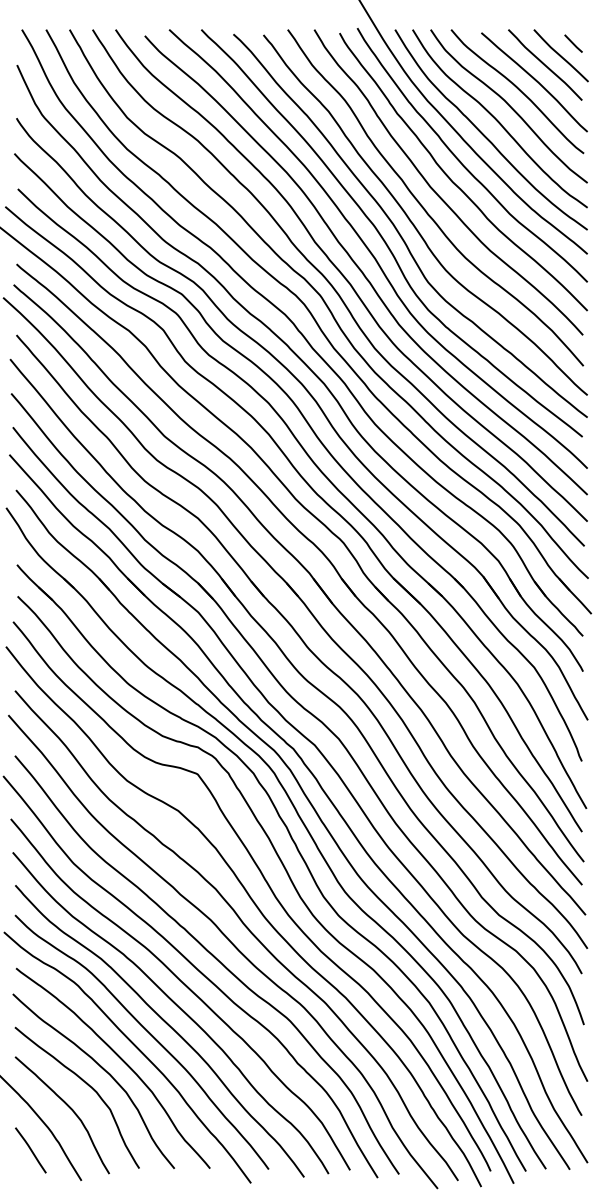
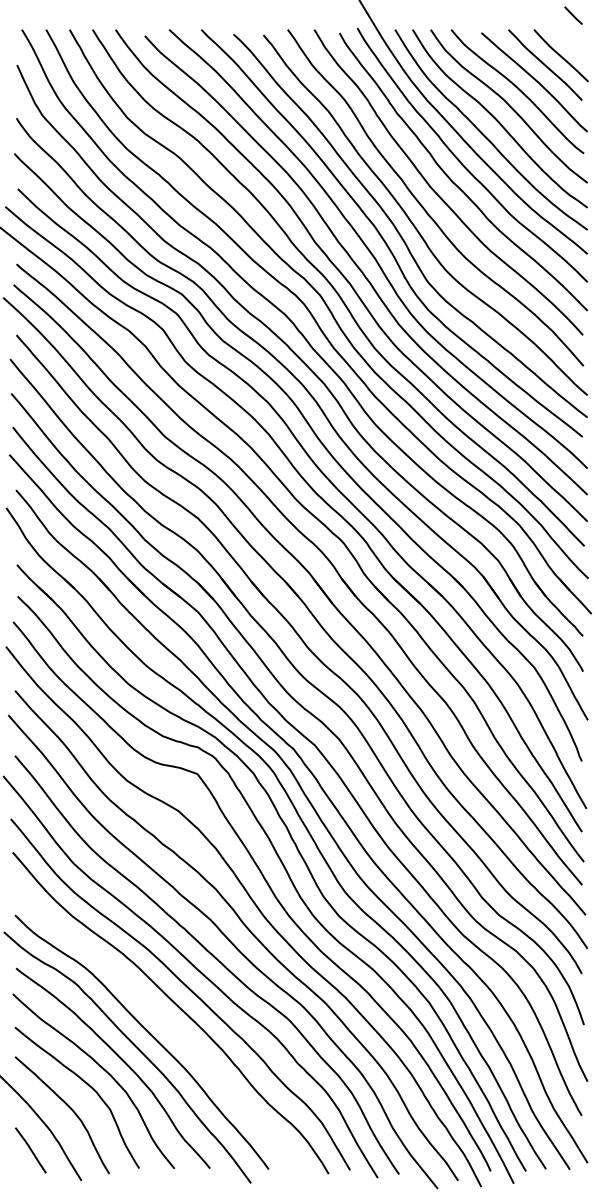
line at (573, 43) position: (573, 43) -> (573, 15)
curve at (166, 1024): present -> none
